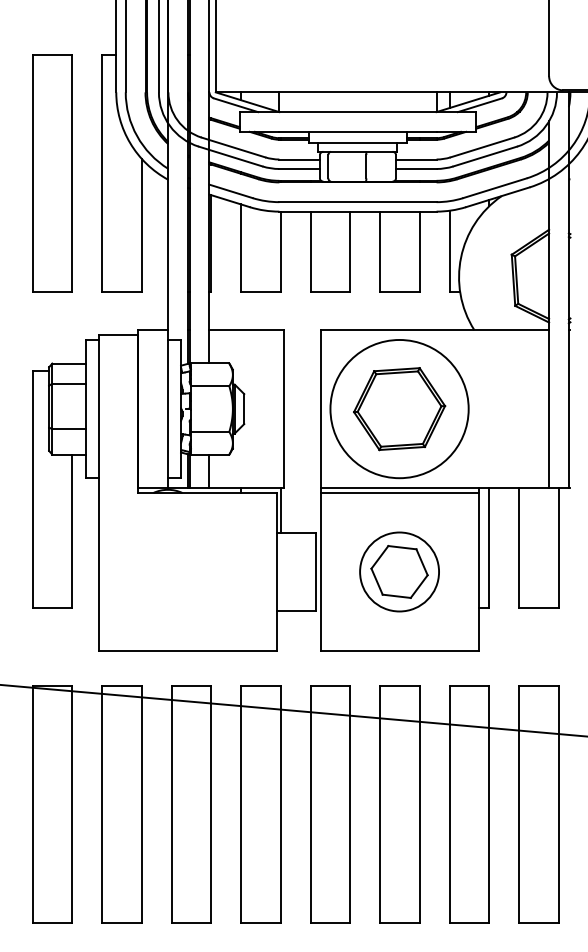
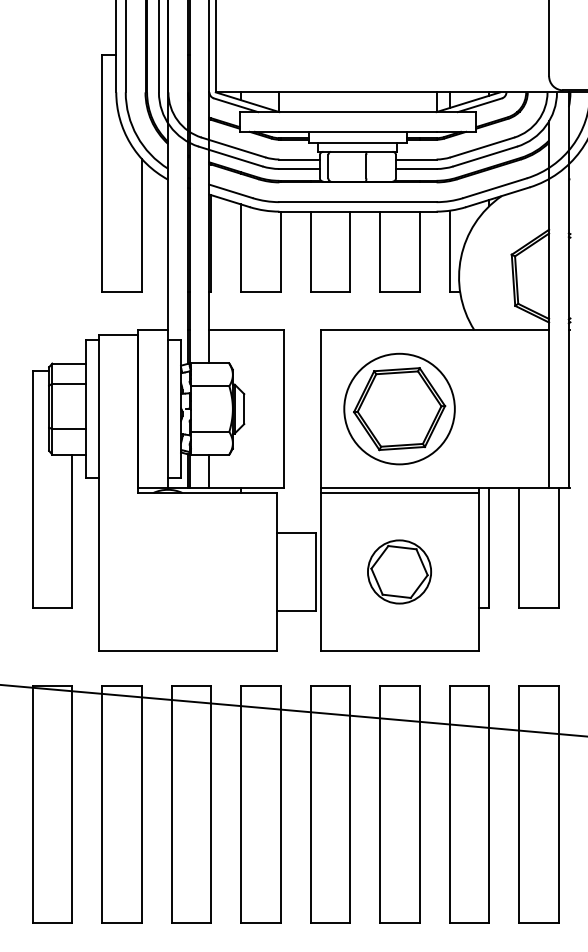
part at (52, 173): present -> none
circle at (399, 408) diameter: 138 px -> 111 px
line at (280, 510): present -> none
circle at (399, 571) diameter: 79 px -> 63 px
